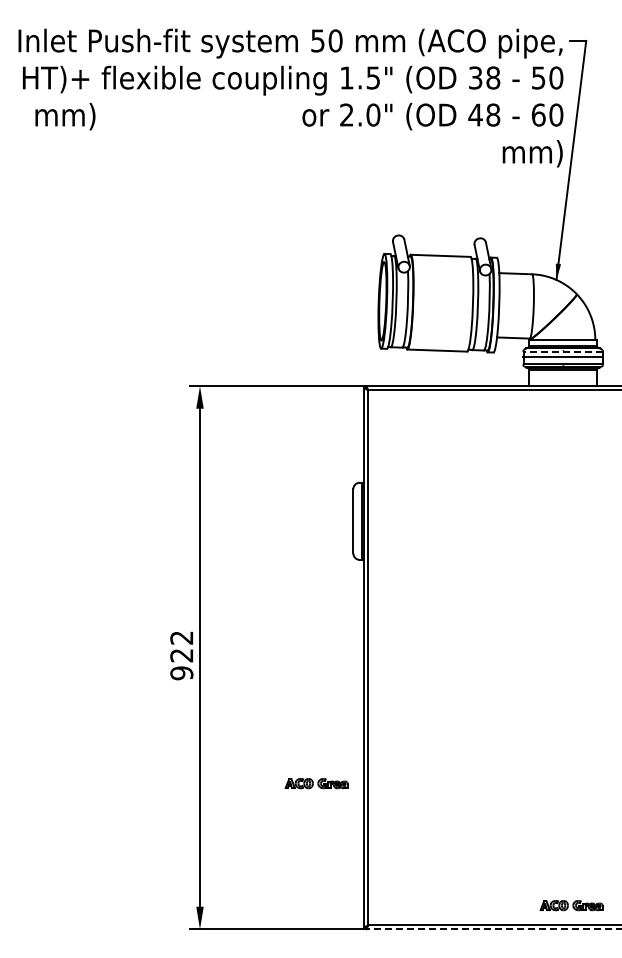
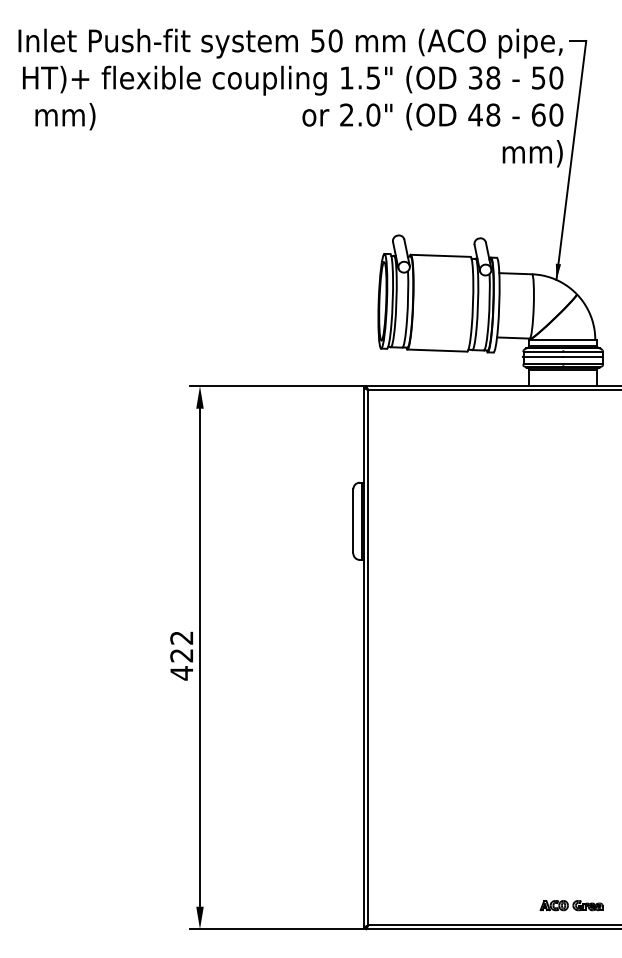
line at (563, 352): dashed -> solid
text at (181, 673): 922 -> 422
part at (316, 783): present -> none
line at (493, 929): dashed -> solid
